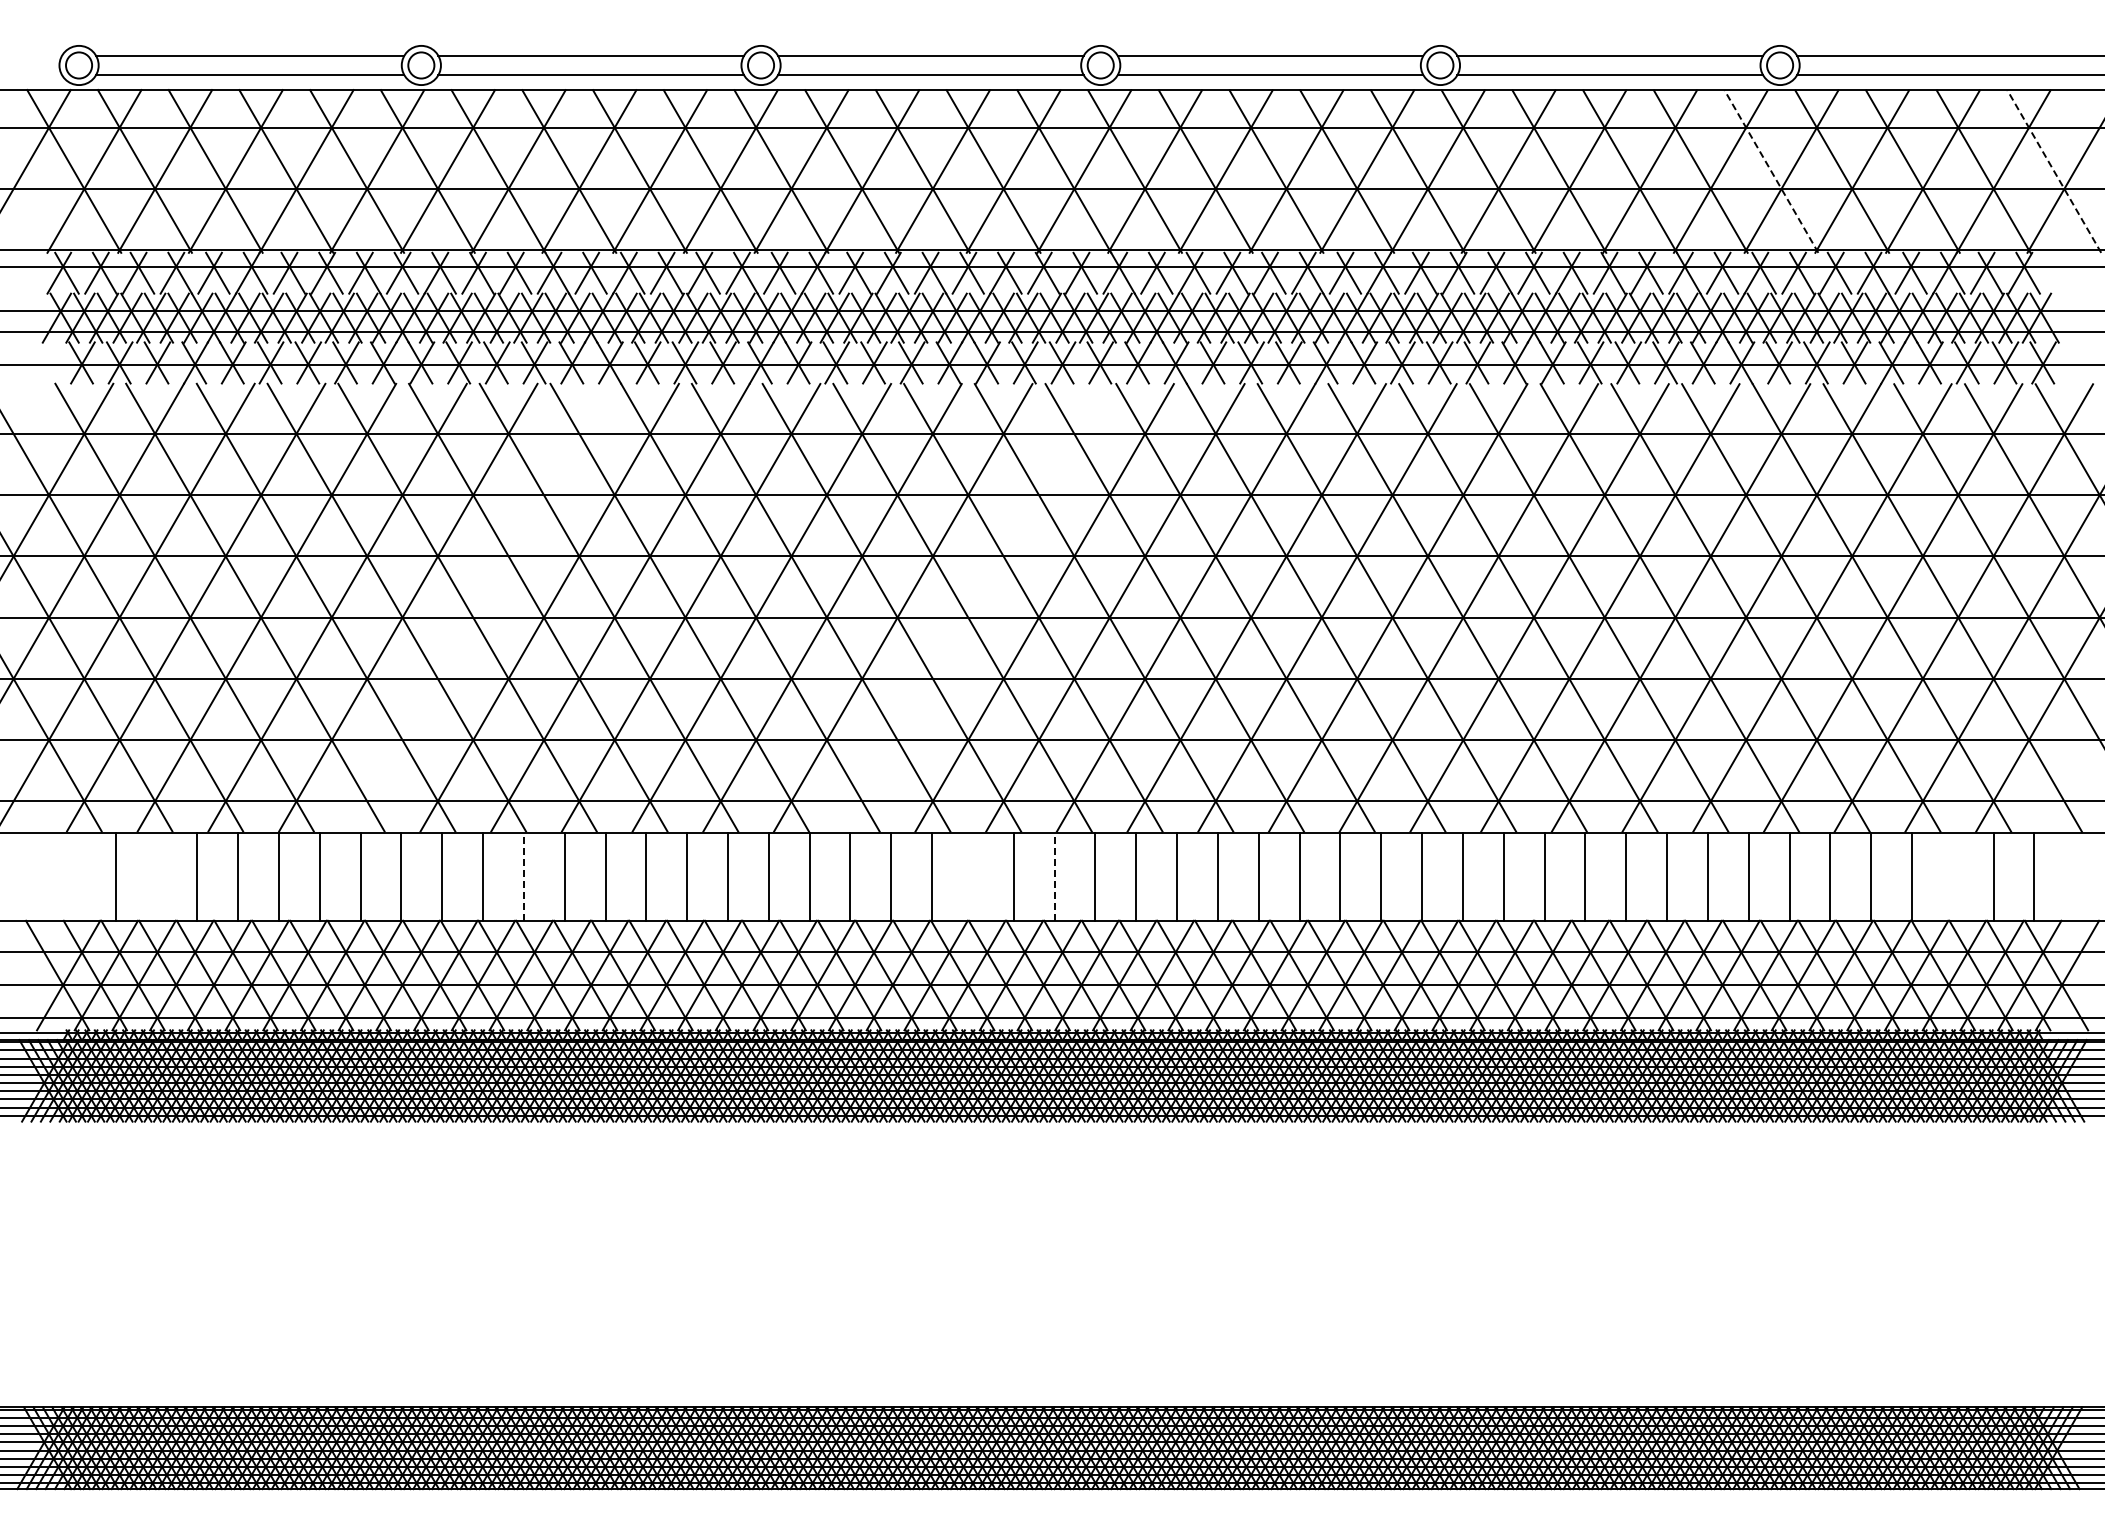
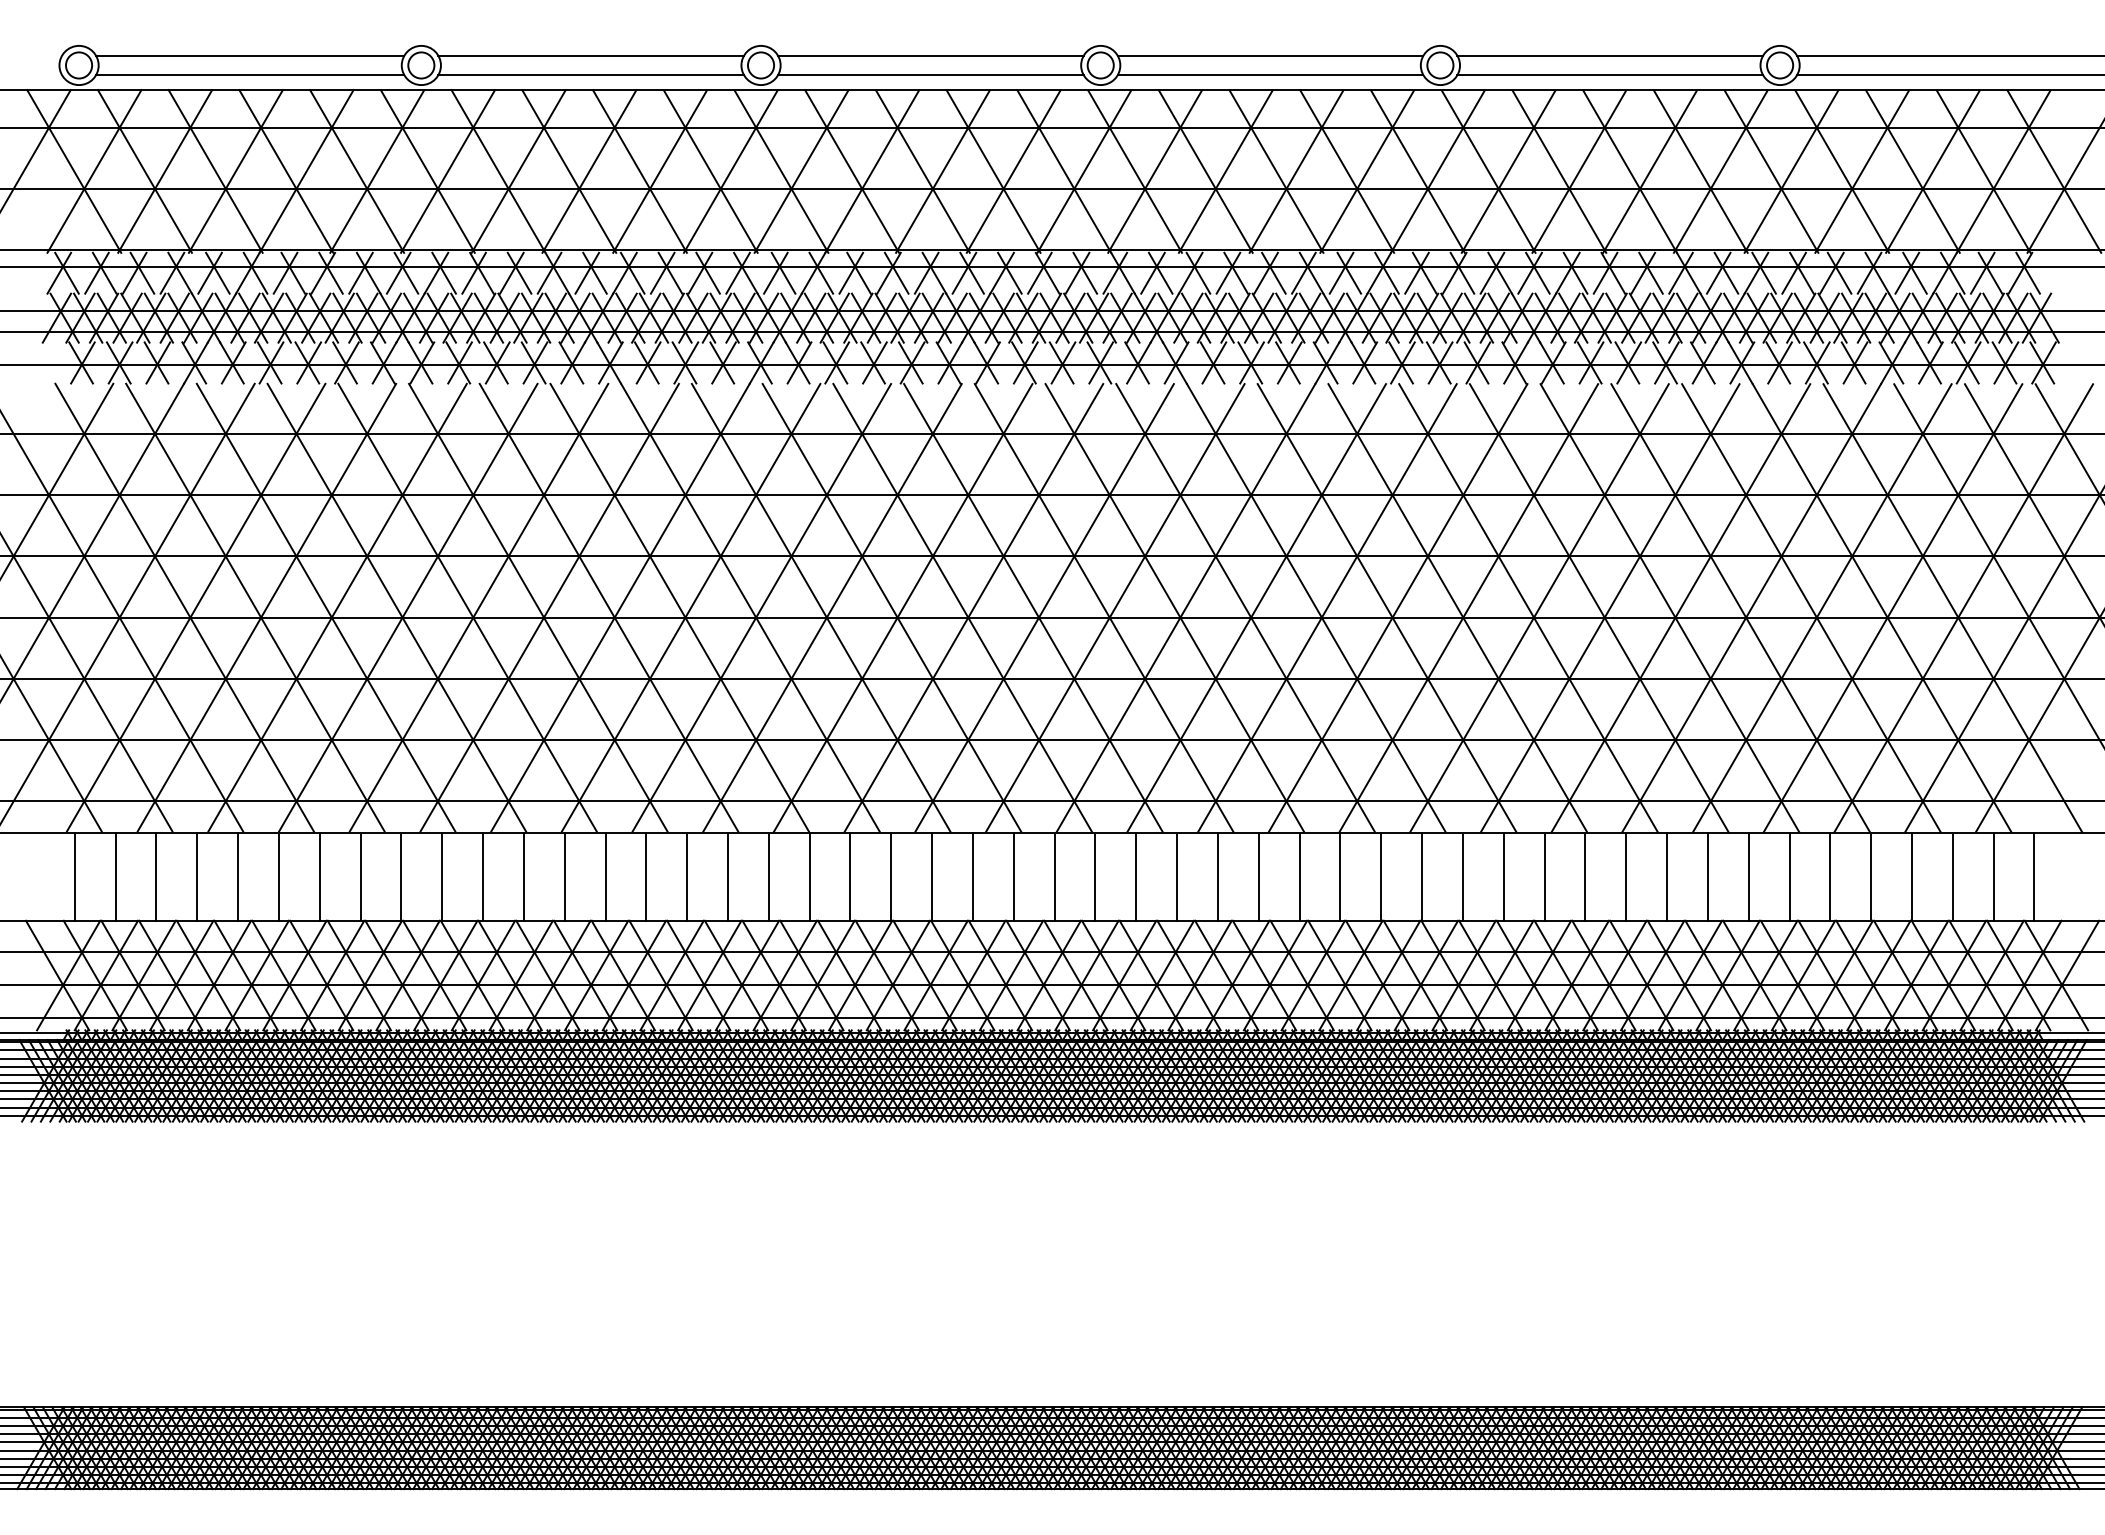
line at (1771, 171): dashed -> solid
line at (2054, 171): dashed -> solid
line at (478, 607): none -> present
line at (973, 607): none -> present
line at (74, 876): none -> present
line at (156, 876): none -> present
line at (523, 876): dashed -> solid
line at (972, 876): none -> present
line at (1054, 876): dashed -> solid
line at (1952, 876): none -> present
